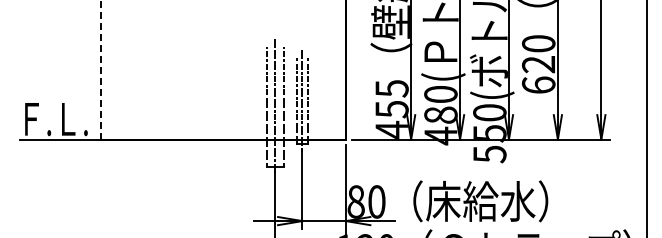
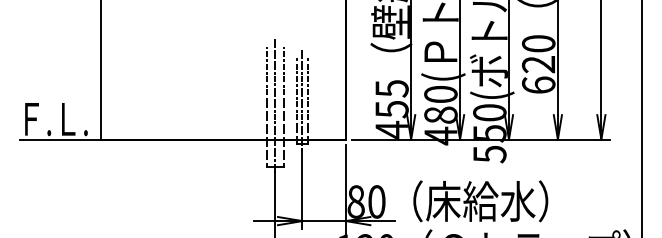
line at (101, 70): dashed -> solid
line at (647, 118) position: (647, 118) -> (642, 118)
